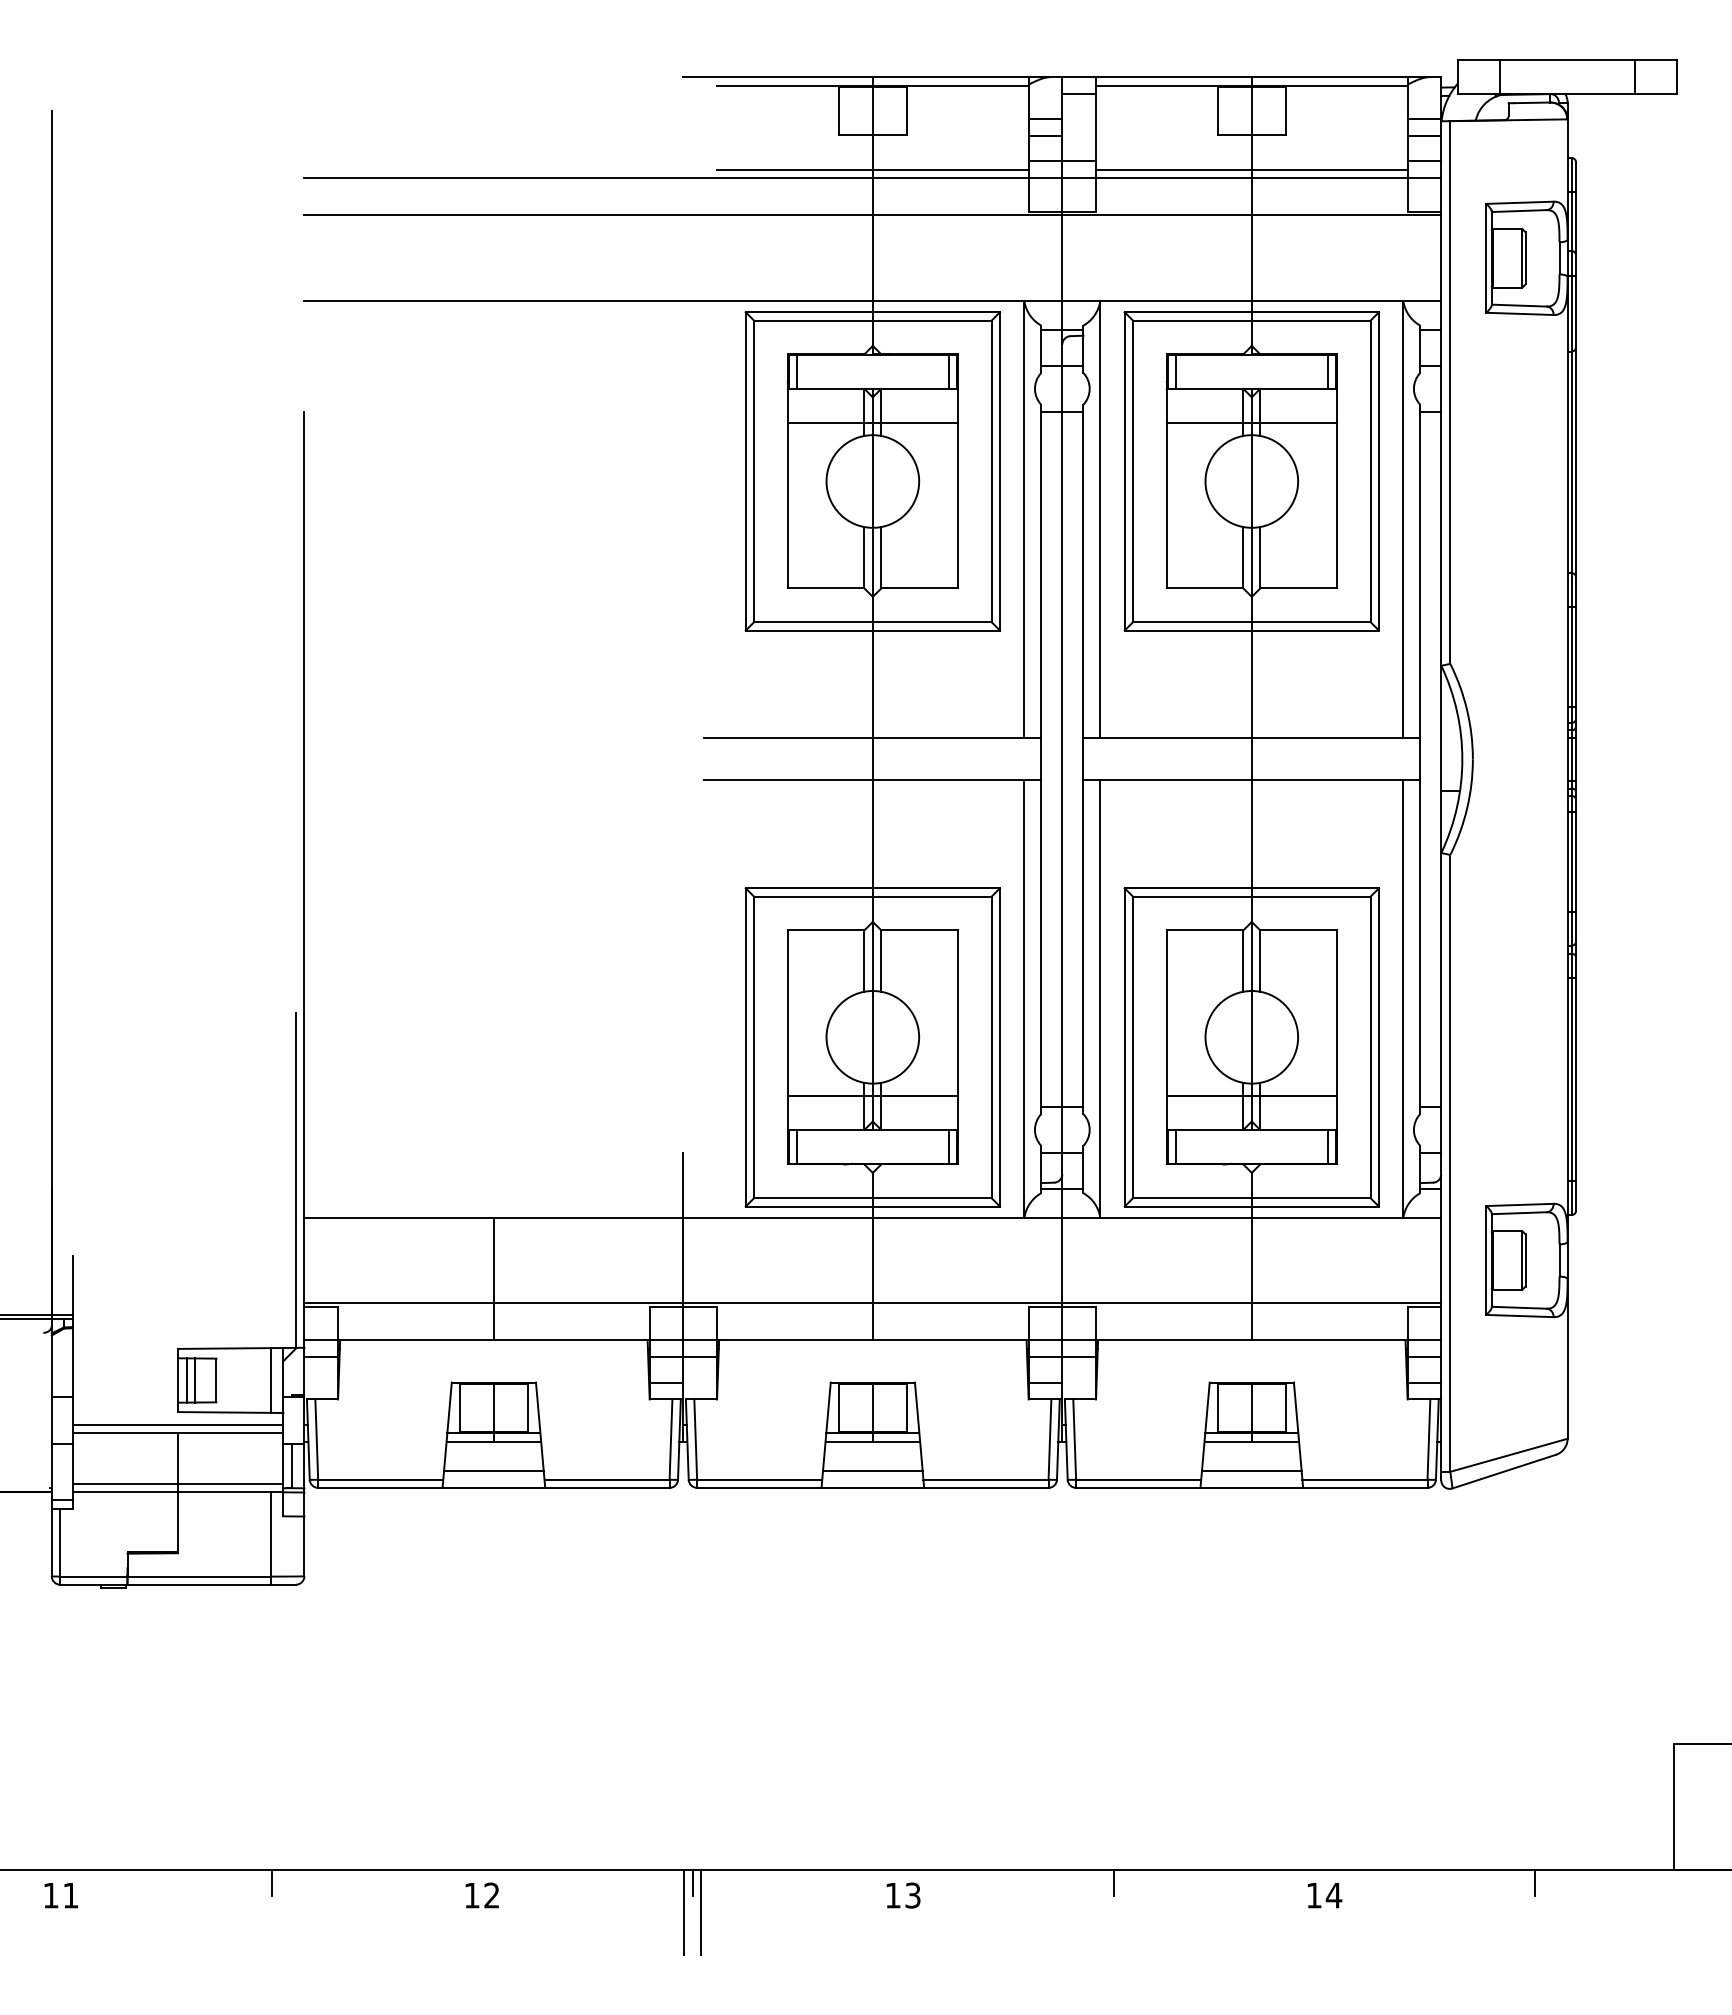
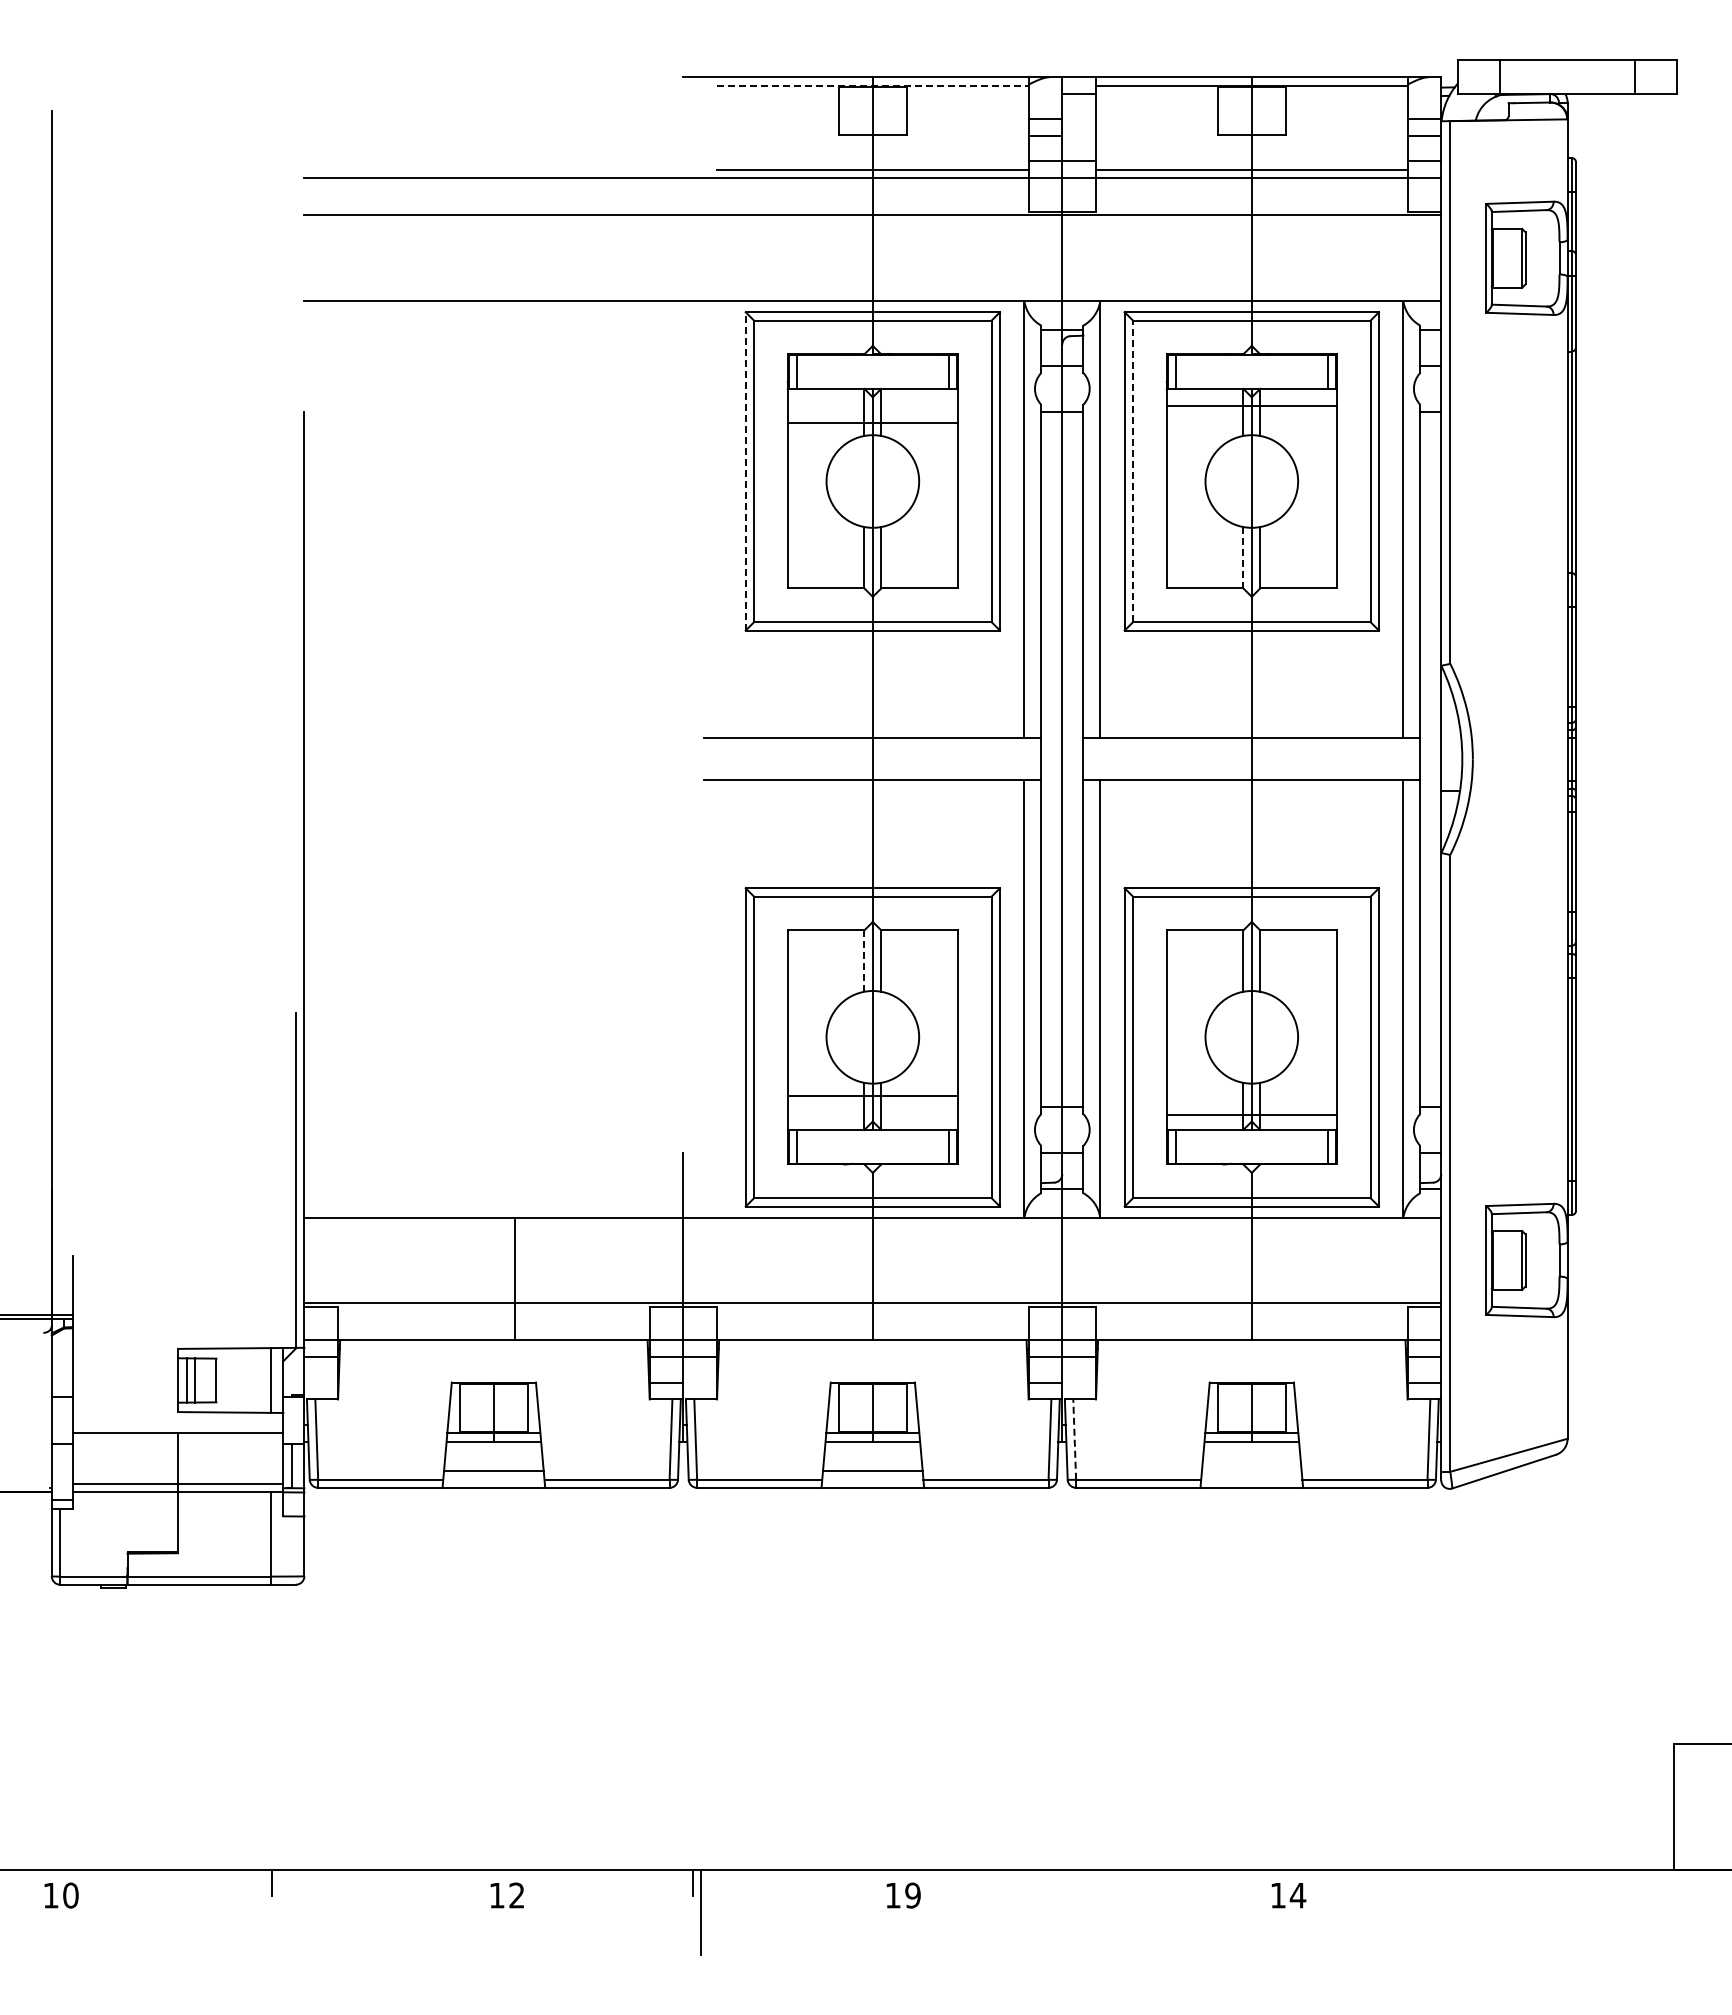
line at (872, 85): solid -> dashed
line at (1251, 422) position: (1251, 422) -> (1251, 405)
line at (745, 470): solid -> dashed
line at (1133, 471): solid -> dashed
line at (1243, 557): solid -> dashed
line at (864, 961): solid -> dashed
line at (1251, 1096) position: (1251, 1096) -> (1251, 1115)
line at (493, 1278) position: (493, 1278) -> (514, 1278)
line at (177, 1424): present -> none
line at (1074, 1439): solid -> dashed
line at (1251, 1471): present -> none
line at (1113, 1882): present -> none
line at (1534, 1882): present -> none
text at (70, 1895): 11 -> 10
text at (481, 1895) position: (481, 1895) -> (506, 1895)
text at (912, 1895): 13 -> 19
text at (1324, 1895) position: (1324, 1895) -> (1288, 1895)
line at (684, 1912): present -> none
